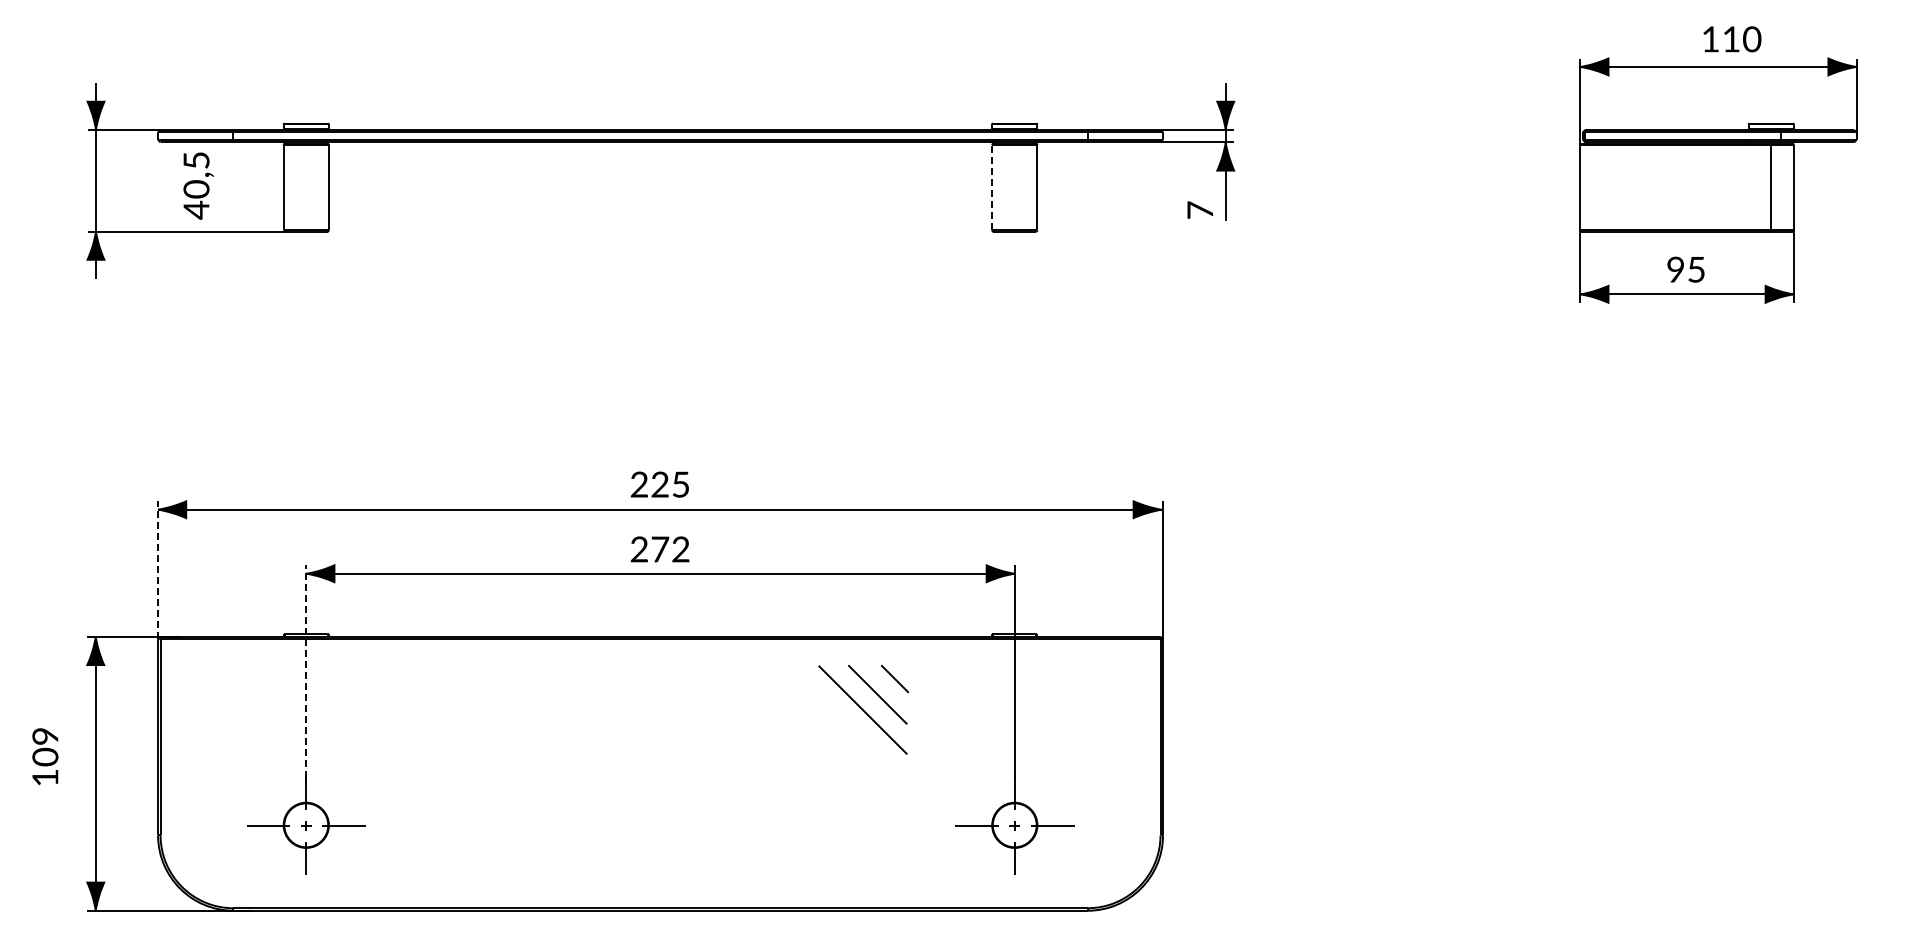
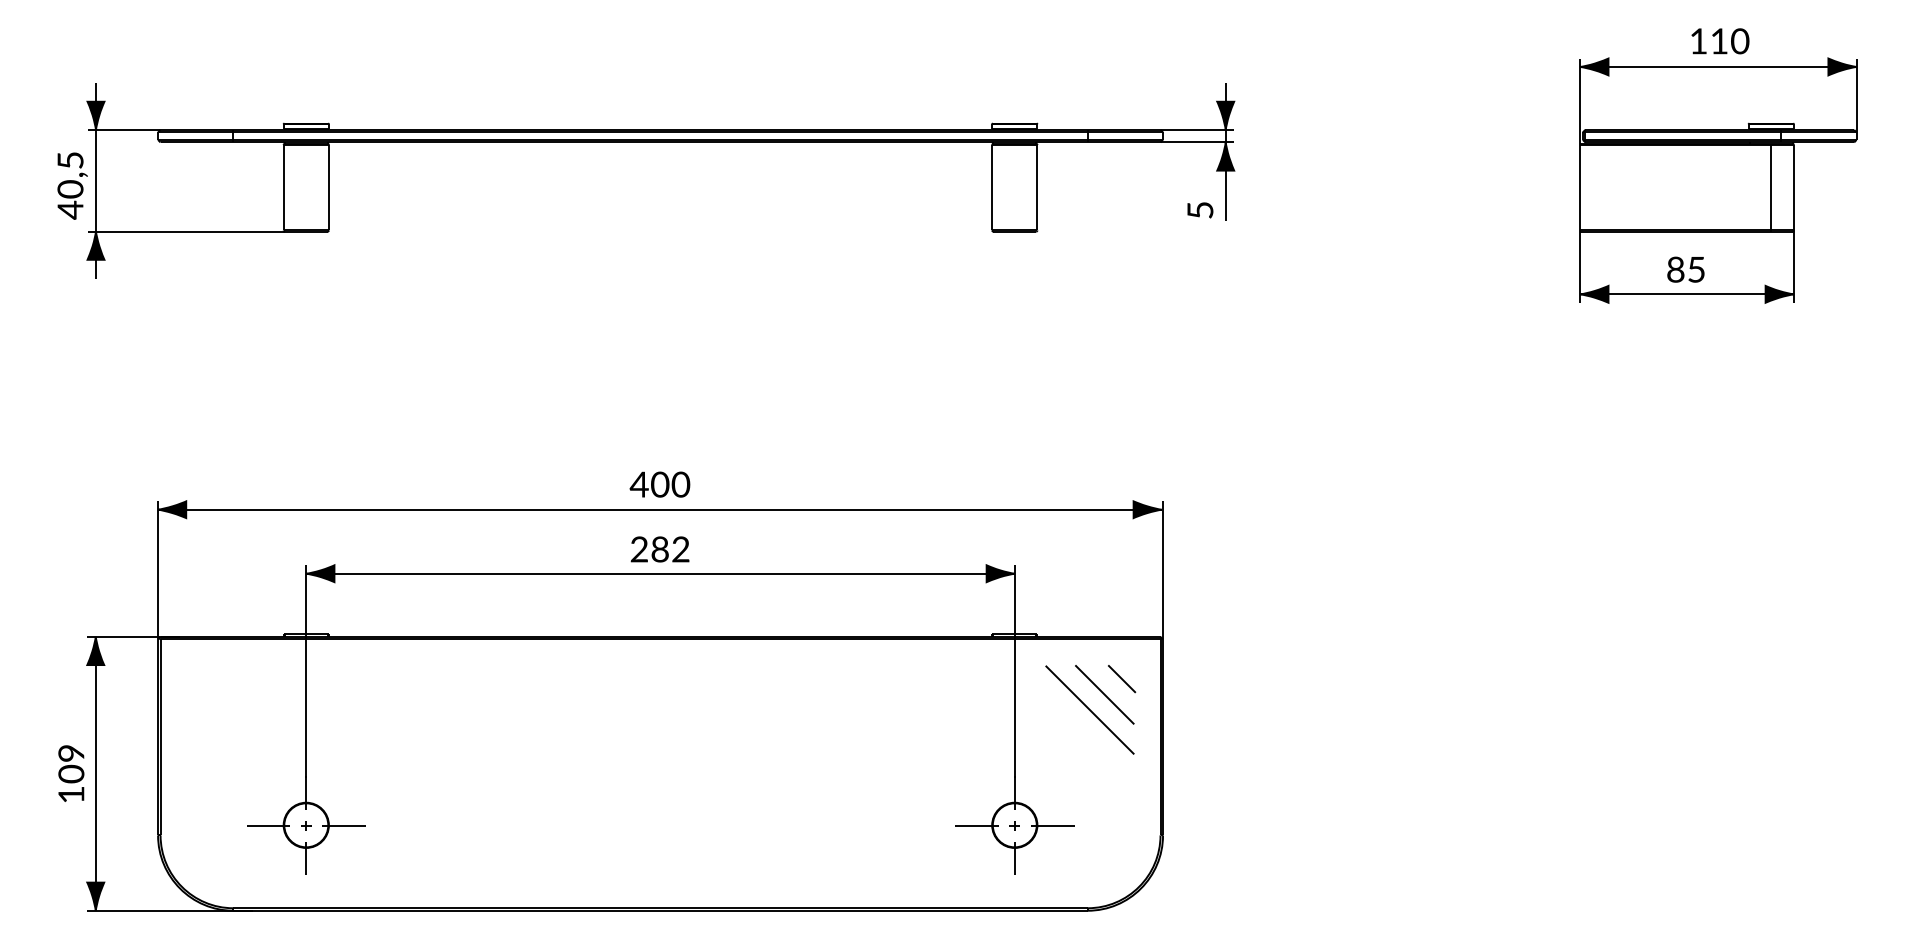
text at (1732, 39) position: (1732, 39) -> (1720, 41)
text at (198, 185) position: (198, 185) -> (72, 185)
line at (992, 187): dashed -> solid
text at (1200, 209): 7 -> 5
text at (1675, 270): 95 -> 85
text at (659, 484): 225 -> 400
text at (660, 549): 272 -> 282
line at (158, 569): dashed -> solid
line at (306, 670): dashed -> solid
part at (863, 709) position: (863, 709) -> (1090, 709)
text at (45, 756) position: (45, 756) -> (71, 773)
